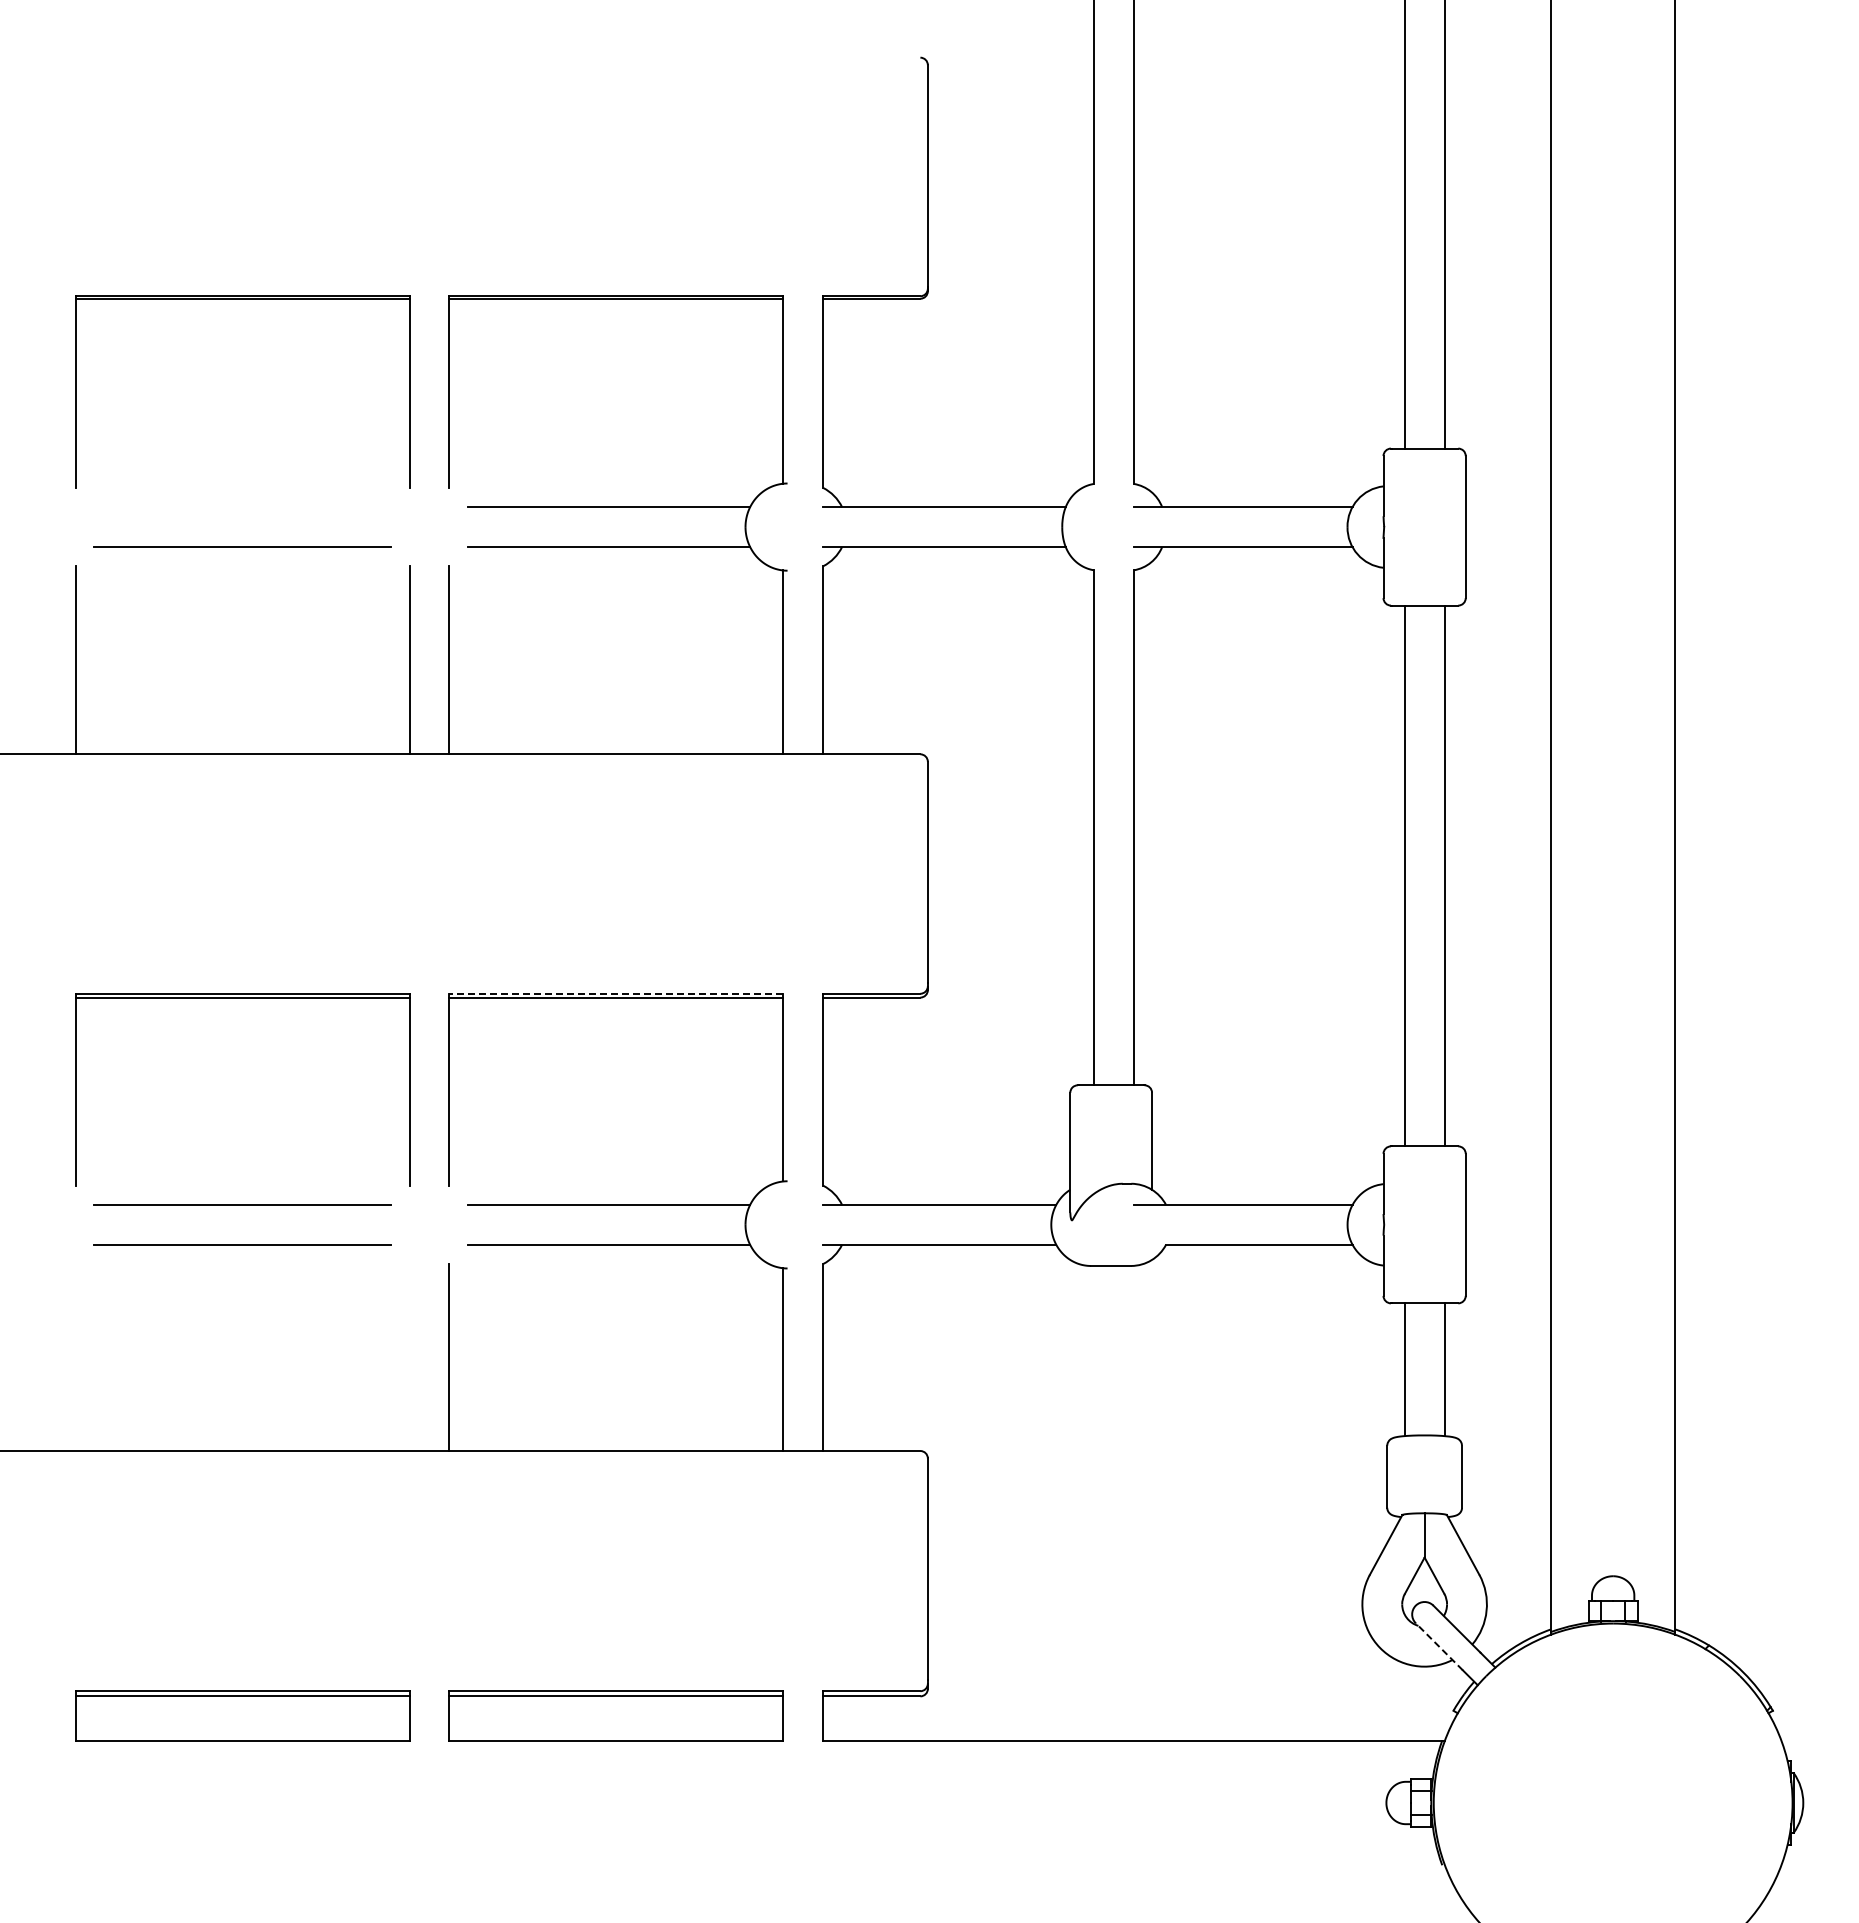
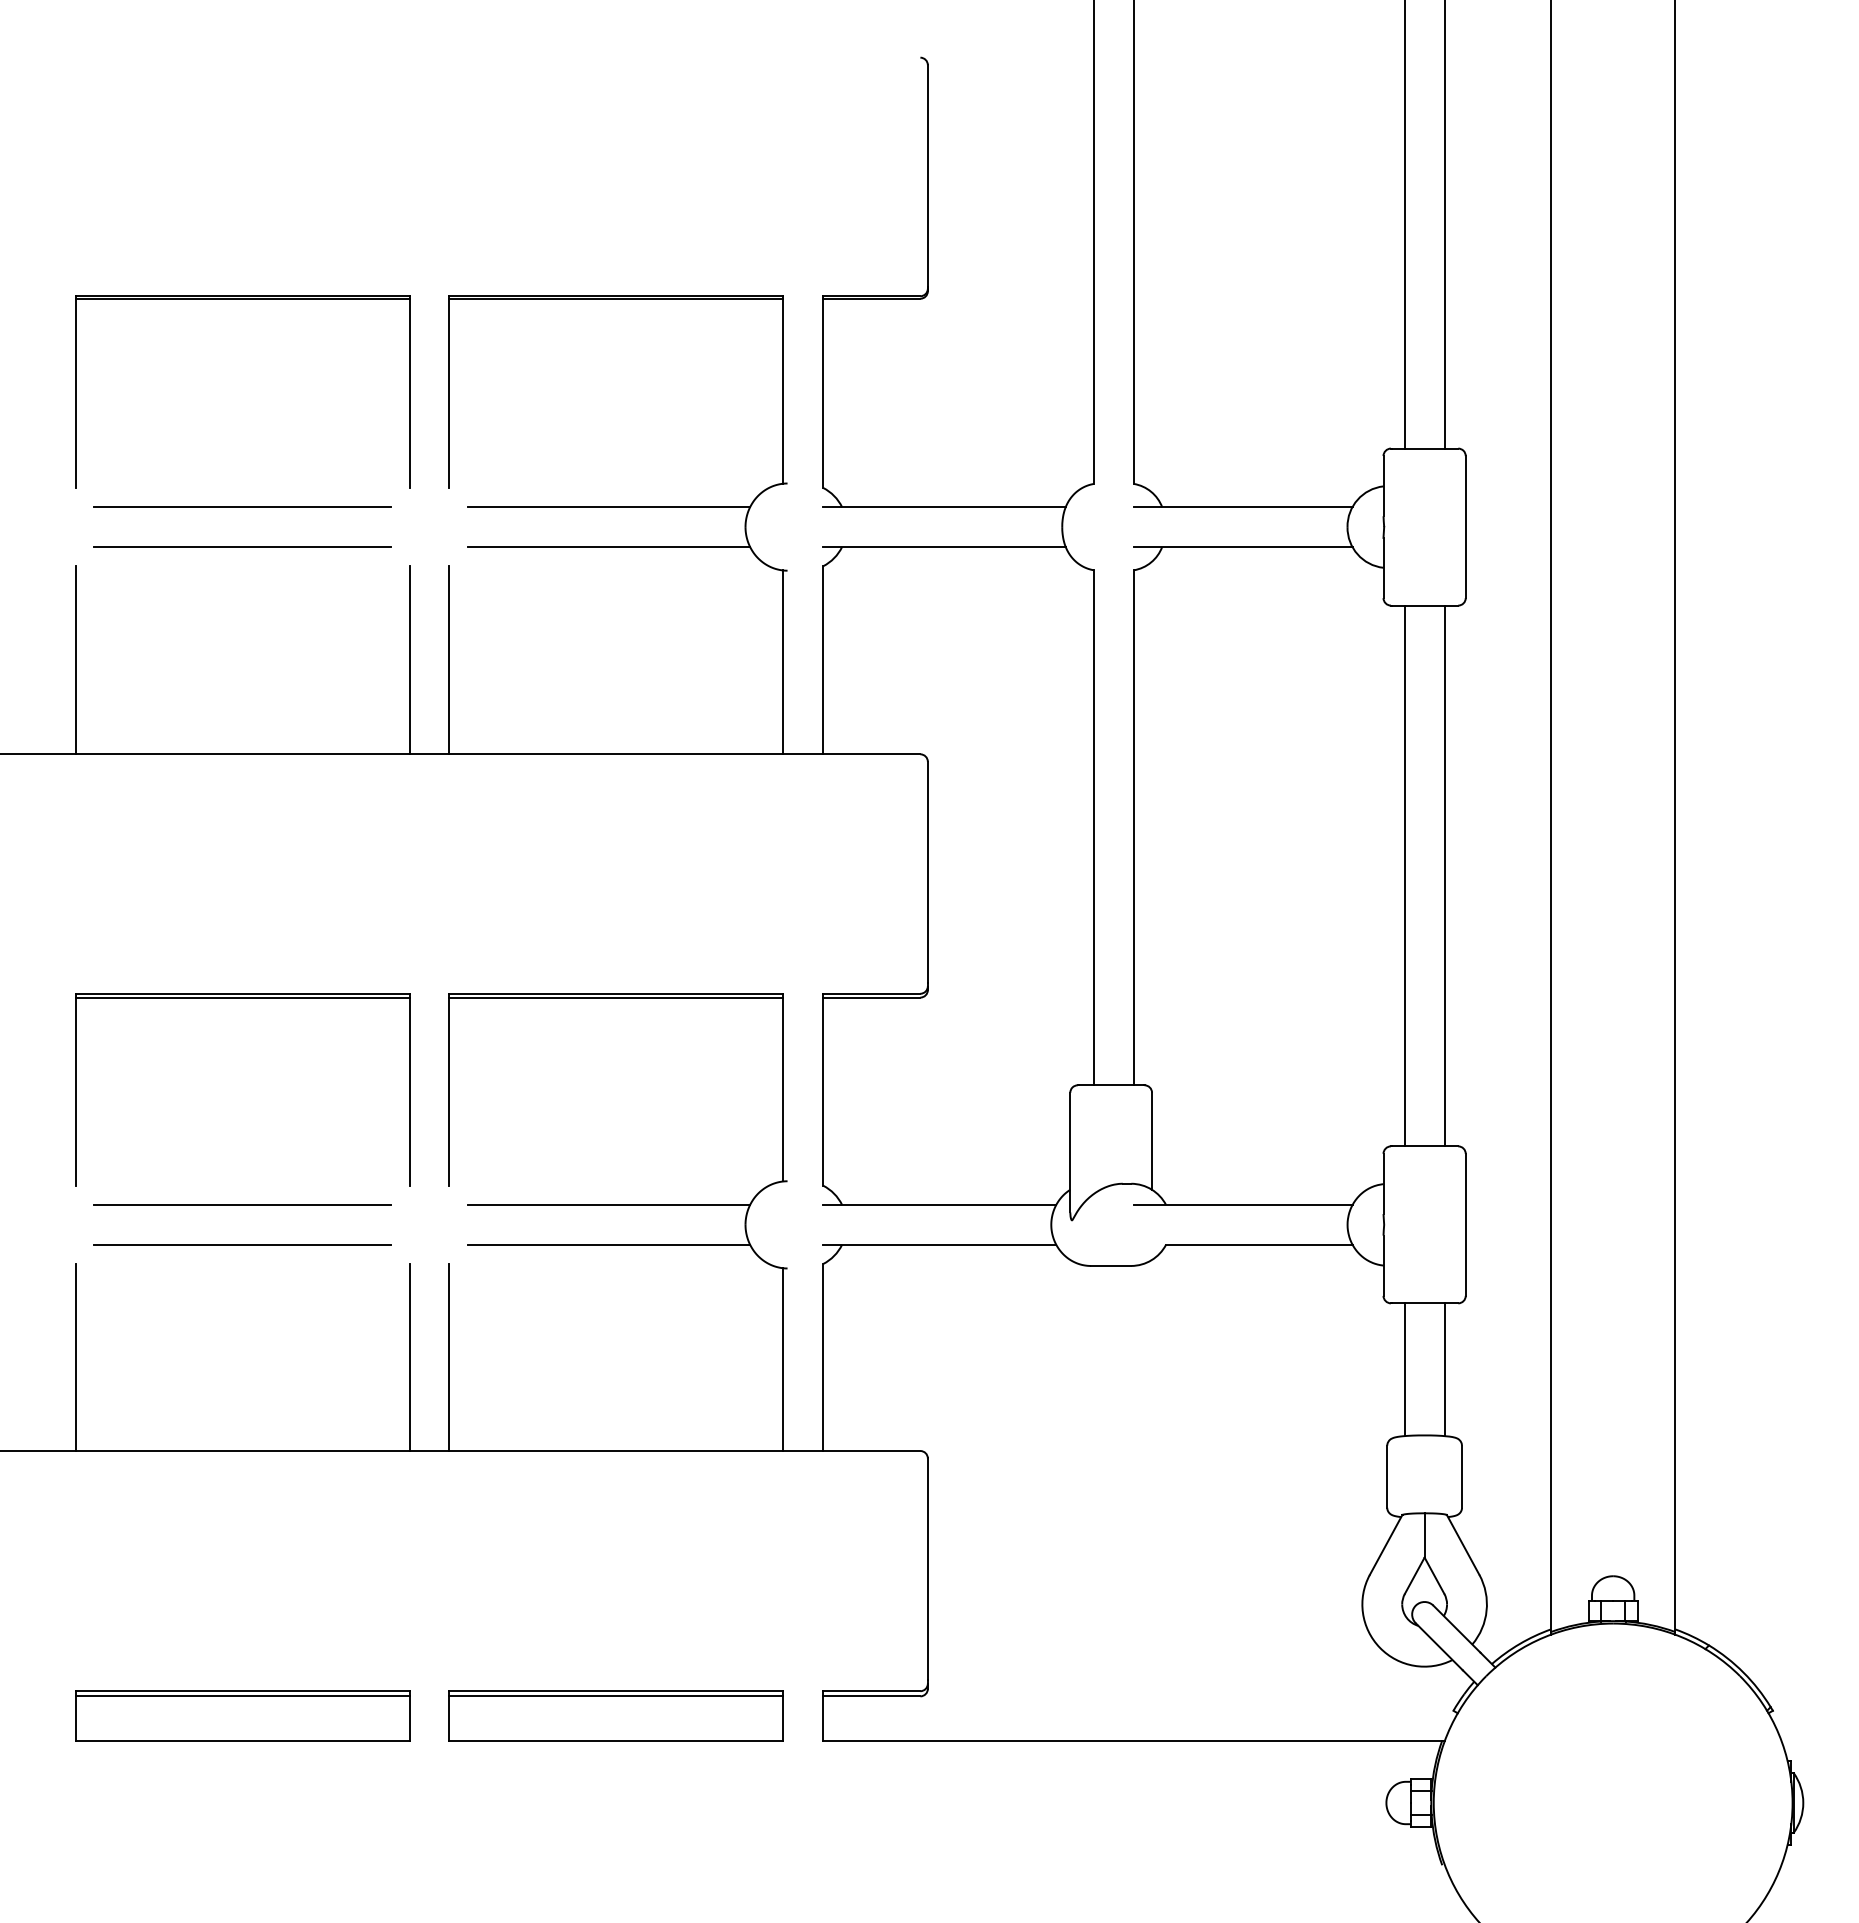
line at (242, 507): none -> present
line at (616, 993): dashed -> solid
line at (75, 1357): none -> present
line at (409, 1357): none -> present
line at (1438, 1646): dashed -> solid
